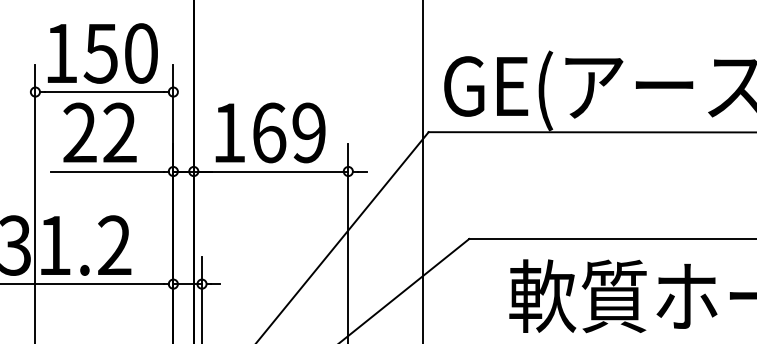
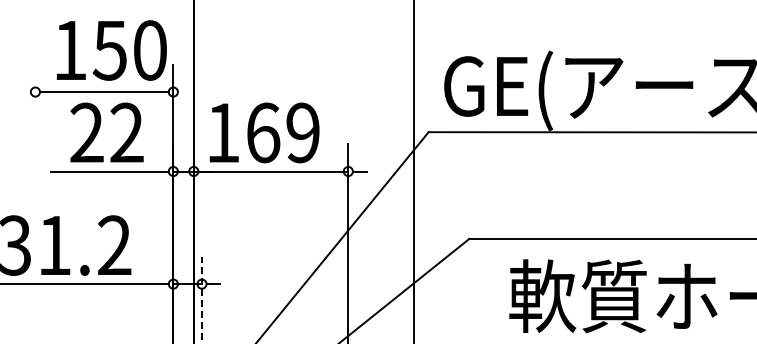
text at (102, 53) position: (102, 53) -> (111, 50)
text at (99, 132) position: (99, 132) -> (106, 132)
text at (270, 132) position: (270, 132) -> (264, 132)
line at (423, 171) position: (423, 171) -> (414, 171)
line at (35, 202): present -> none
line at (202, 299): solid -> dashed
